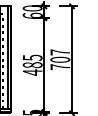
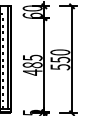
text at (60, 59): 707 -> 550
